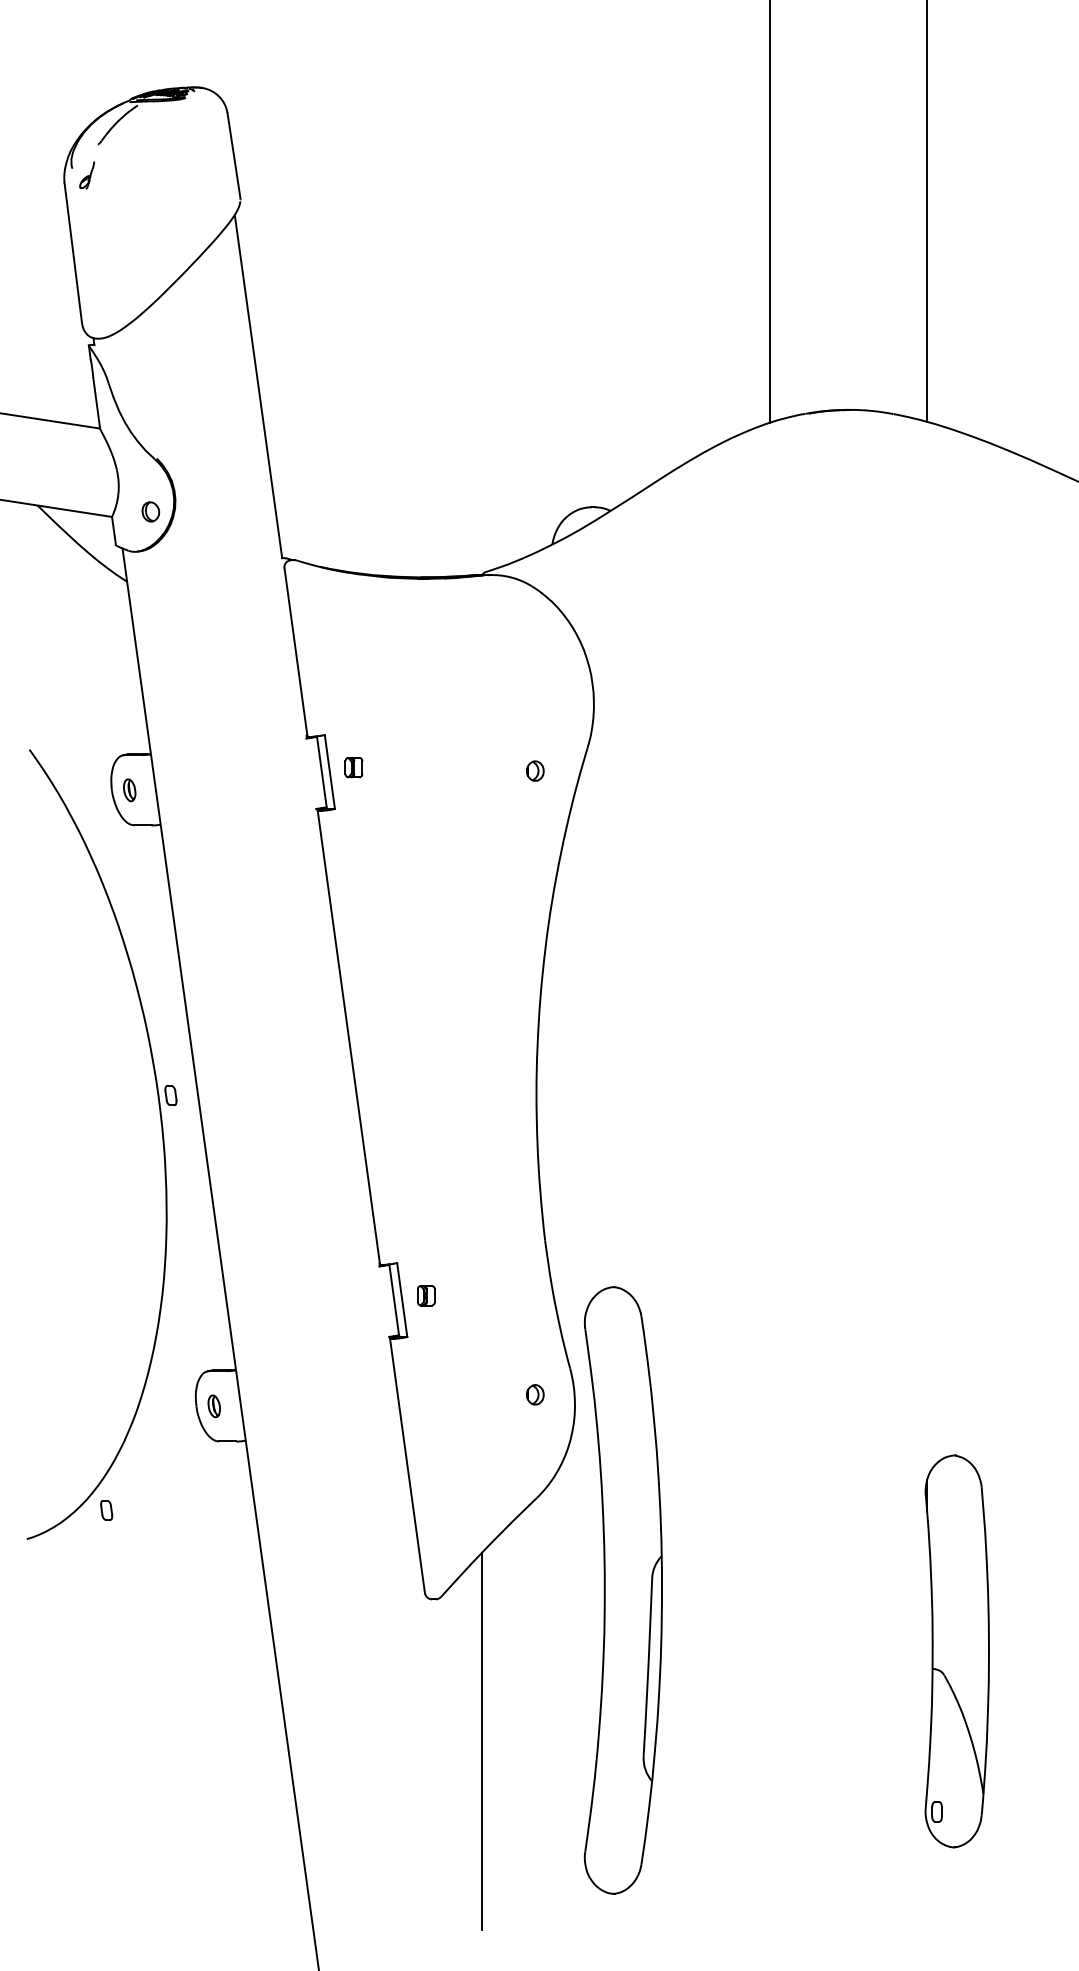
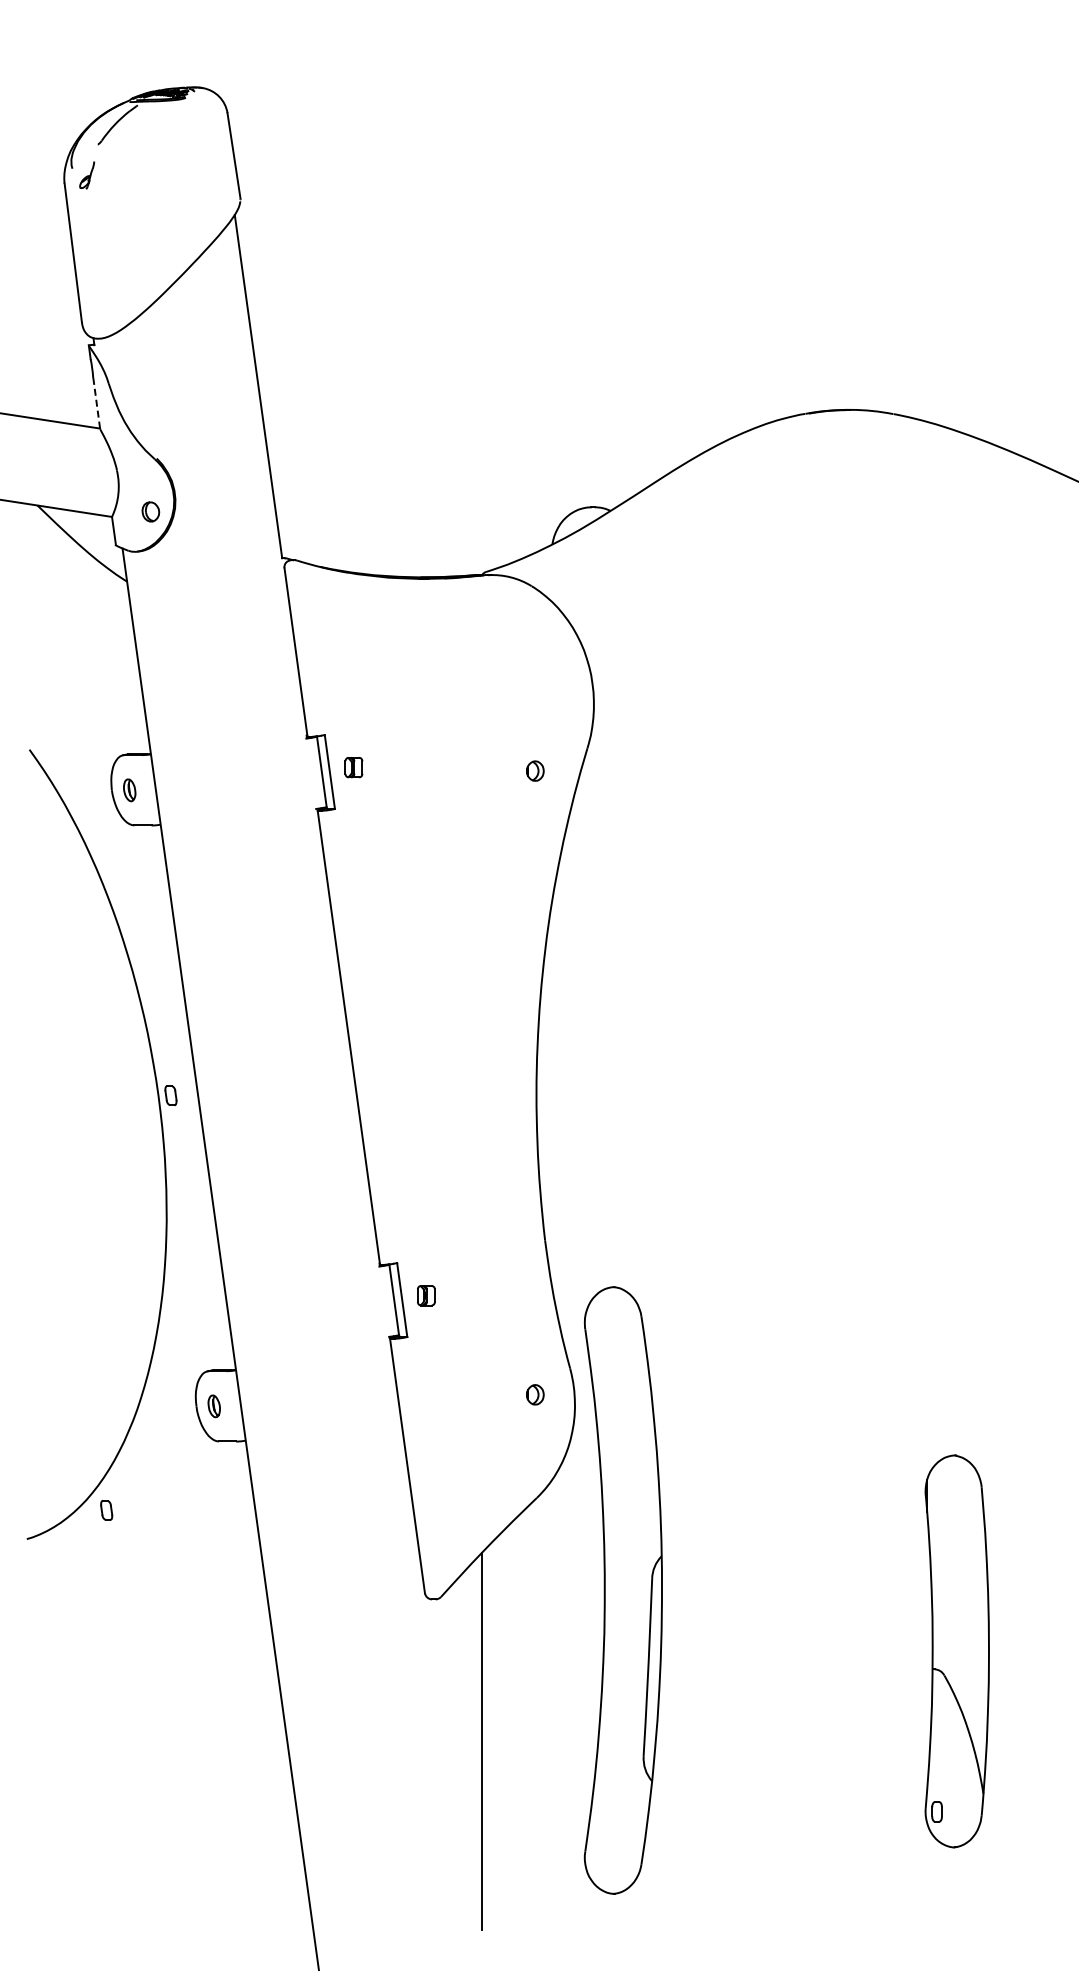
line at (927, 211): present -> none
line at (770, 212): present -> none
line at (96, 403): solid -> dashed
